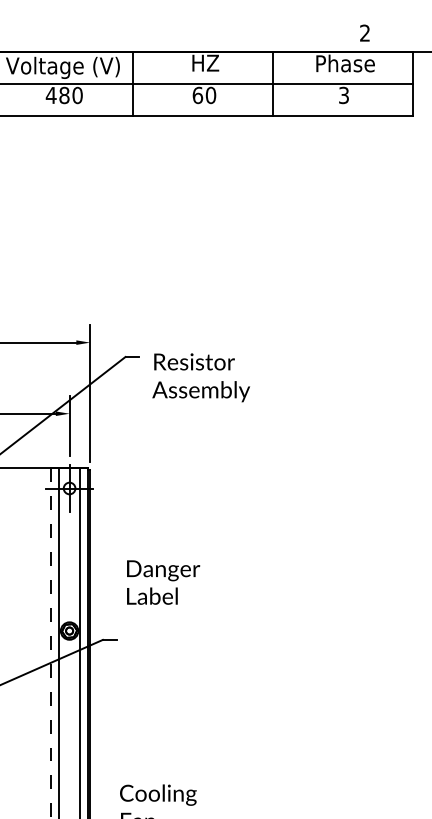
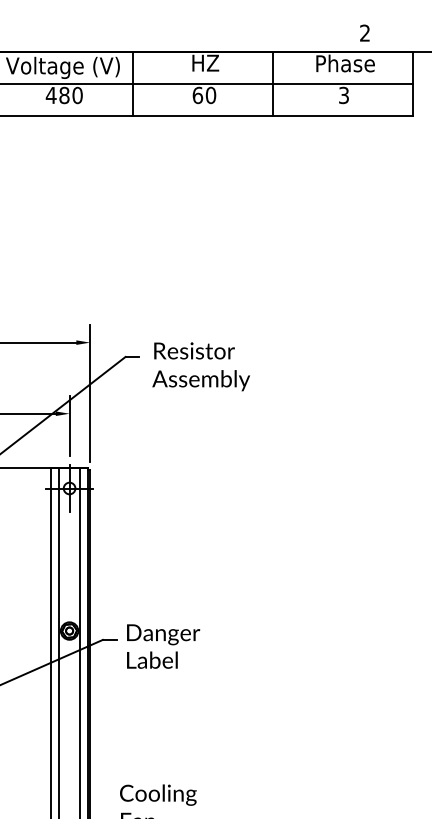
text at (201, 377) position: (201, 377) -> (201, 366)
text at (163, 582) position: (163, 582) -> (163, 646)
line at (50, 644): dashed -> solid
